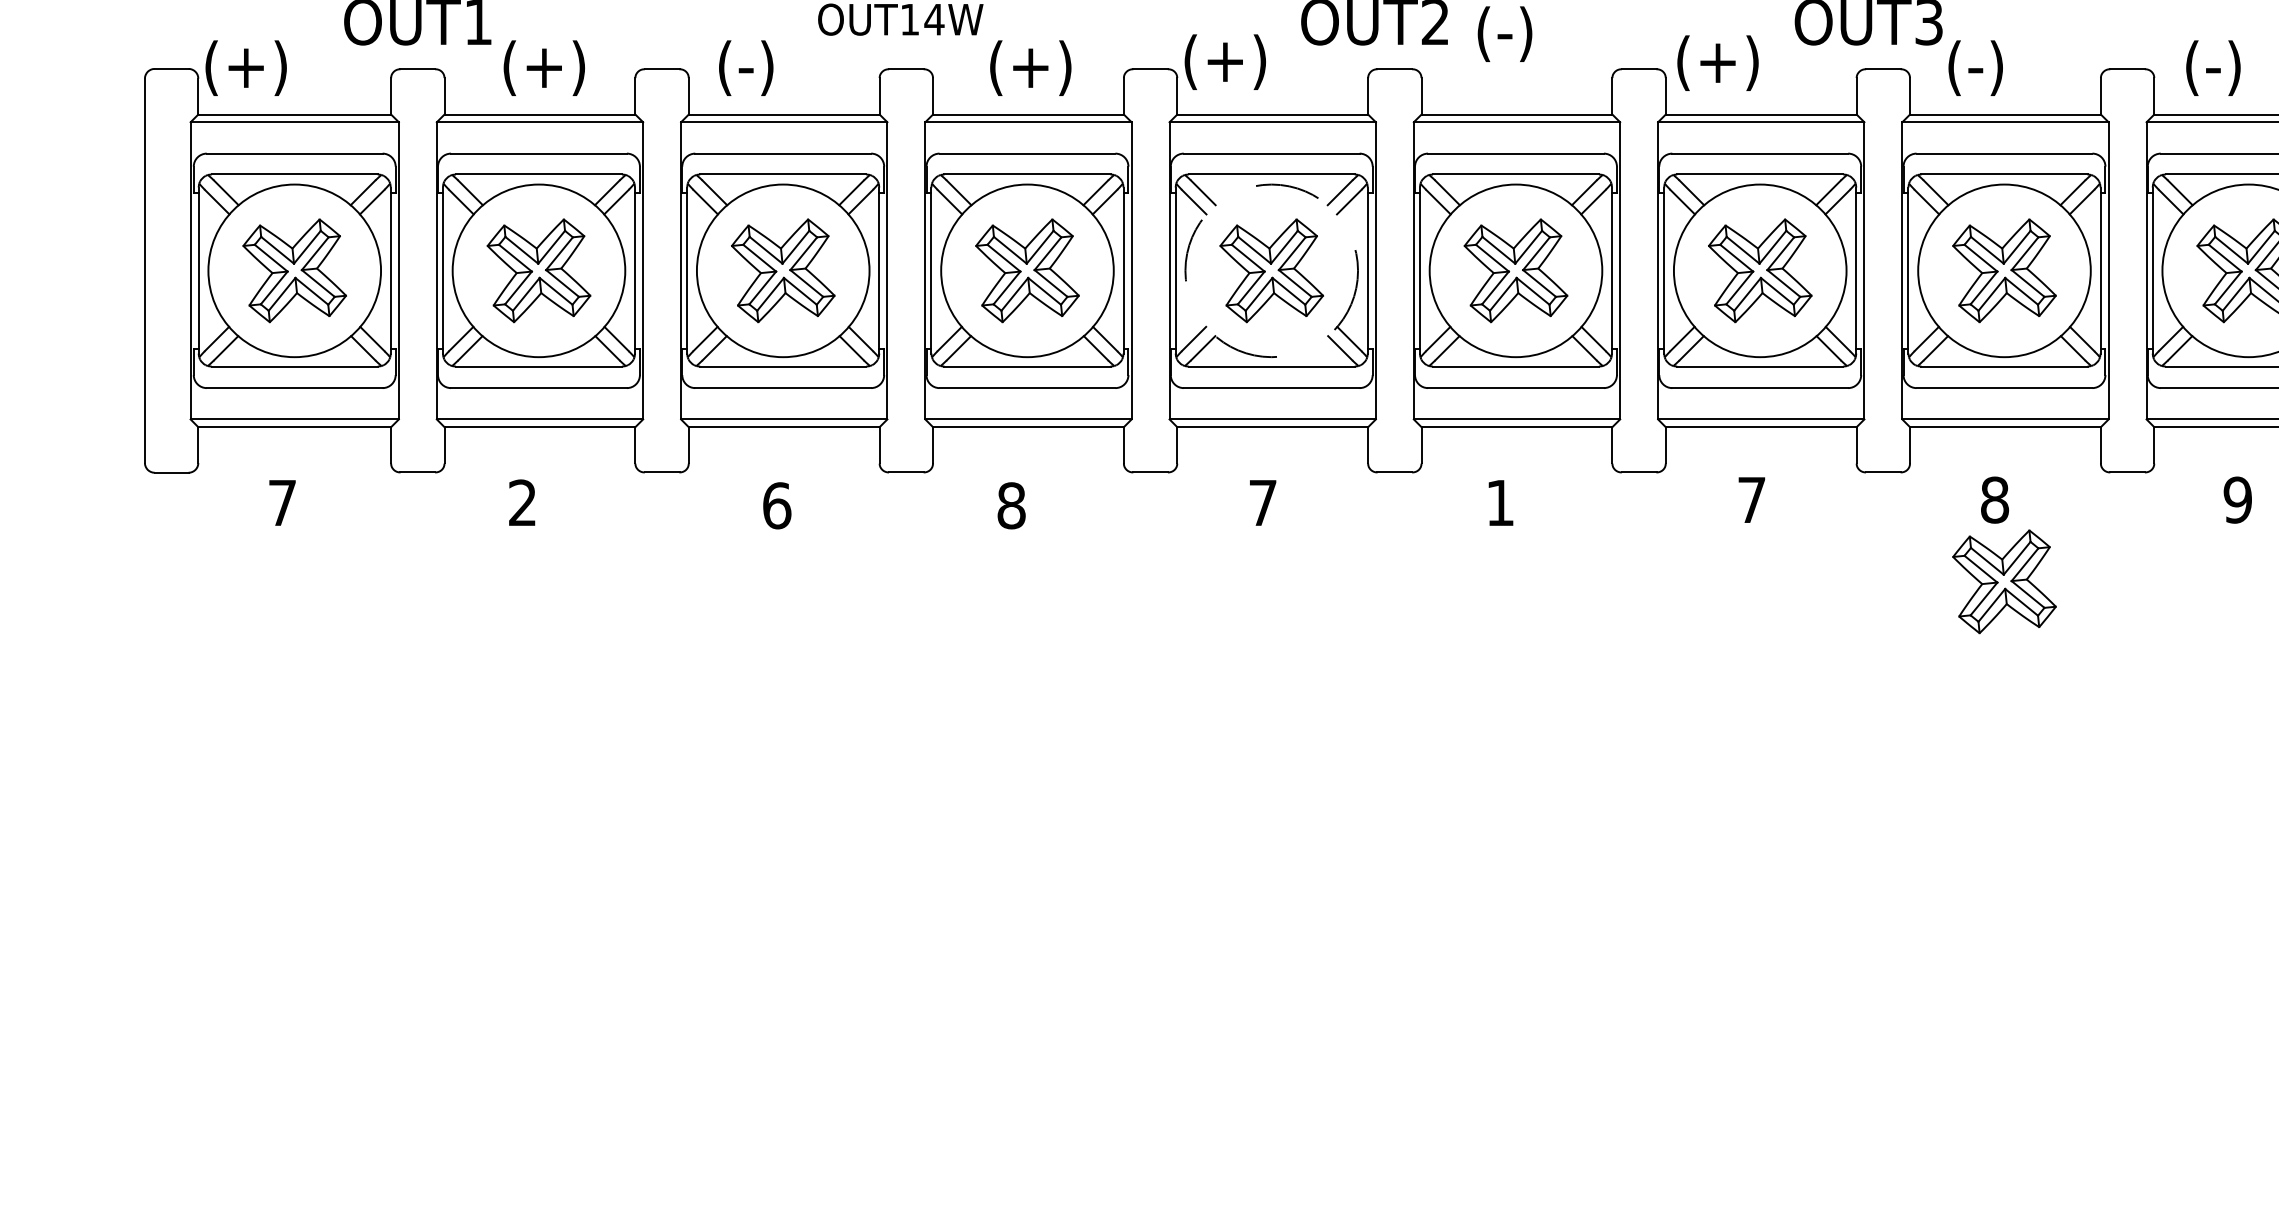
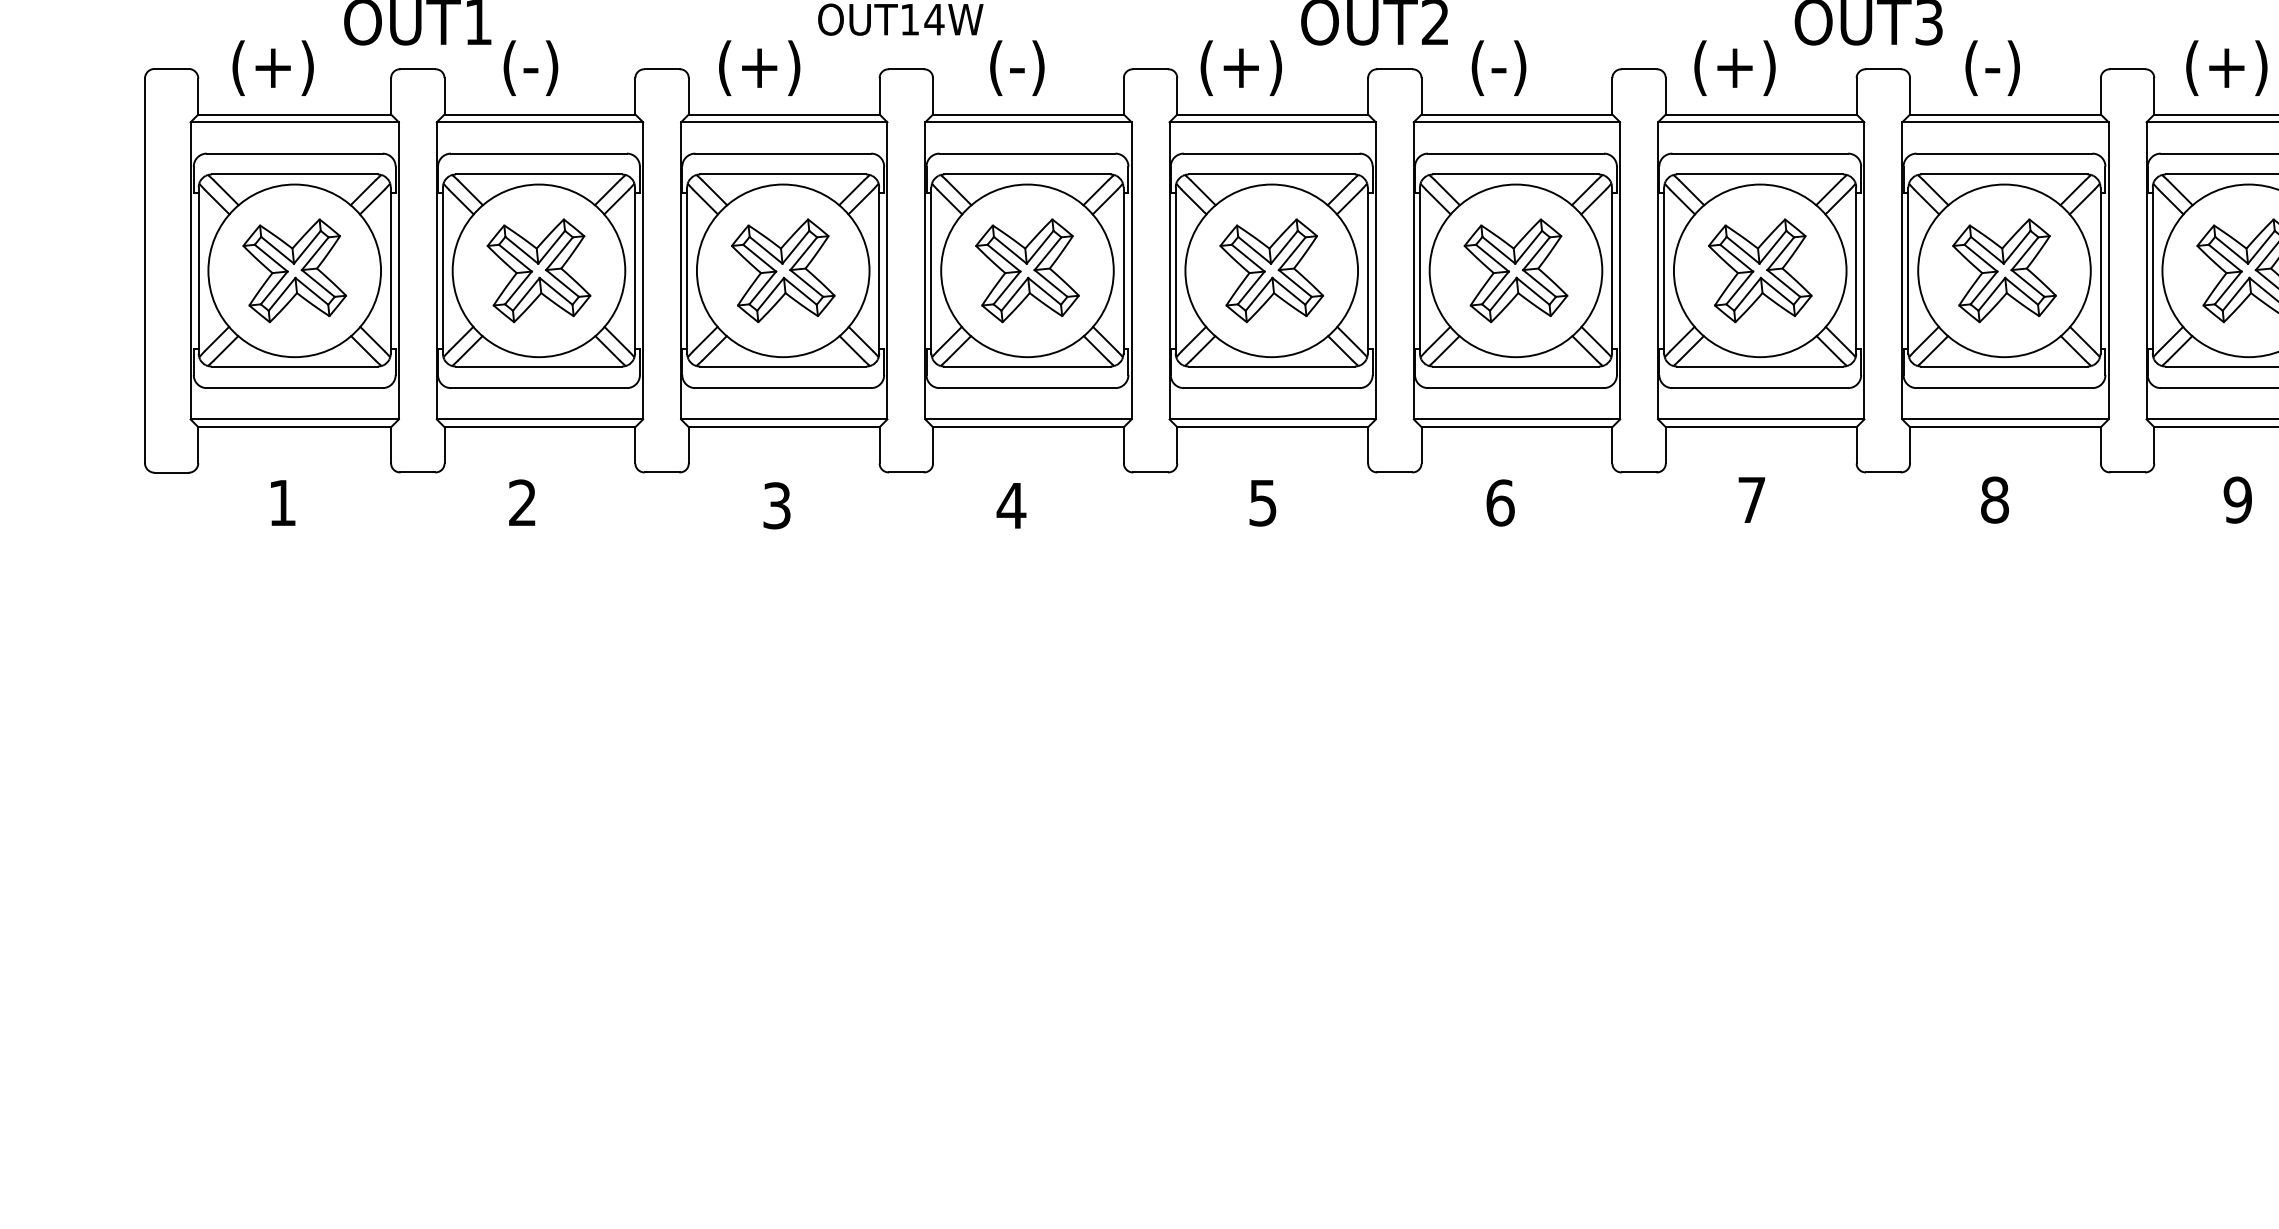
text at (1504, 33) position: (1504, 33) -> (1498, 67)
text at (1224, 61) position: (1224, 61) -> (1240, 67)
text at (1717, 62) position: (1717, 62) -> (1734, 67)
text at (245, 67) position: (245, 67) -> (272, 67)
text at (553, 67): (+) -> (-)
text at (769, 67): (-) -> (+)
text at (1040, 67): (+) -> (-)
text at (1975, 67) position: (1975, 67) -> (1992, 67)
text at (2236, 67): (-) -> (+)
circle at (1271, 270): dashed -> solid
text at (282, 502): 7 -> 1
text at (1500, 502): 1 -> 6
text at (1262, 503): 7 -> 5
text at (777, 505): 6 -> 3
text at (1011, 505): 8 -> 4
part at (2004, 581): present -> none
